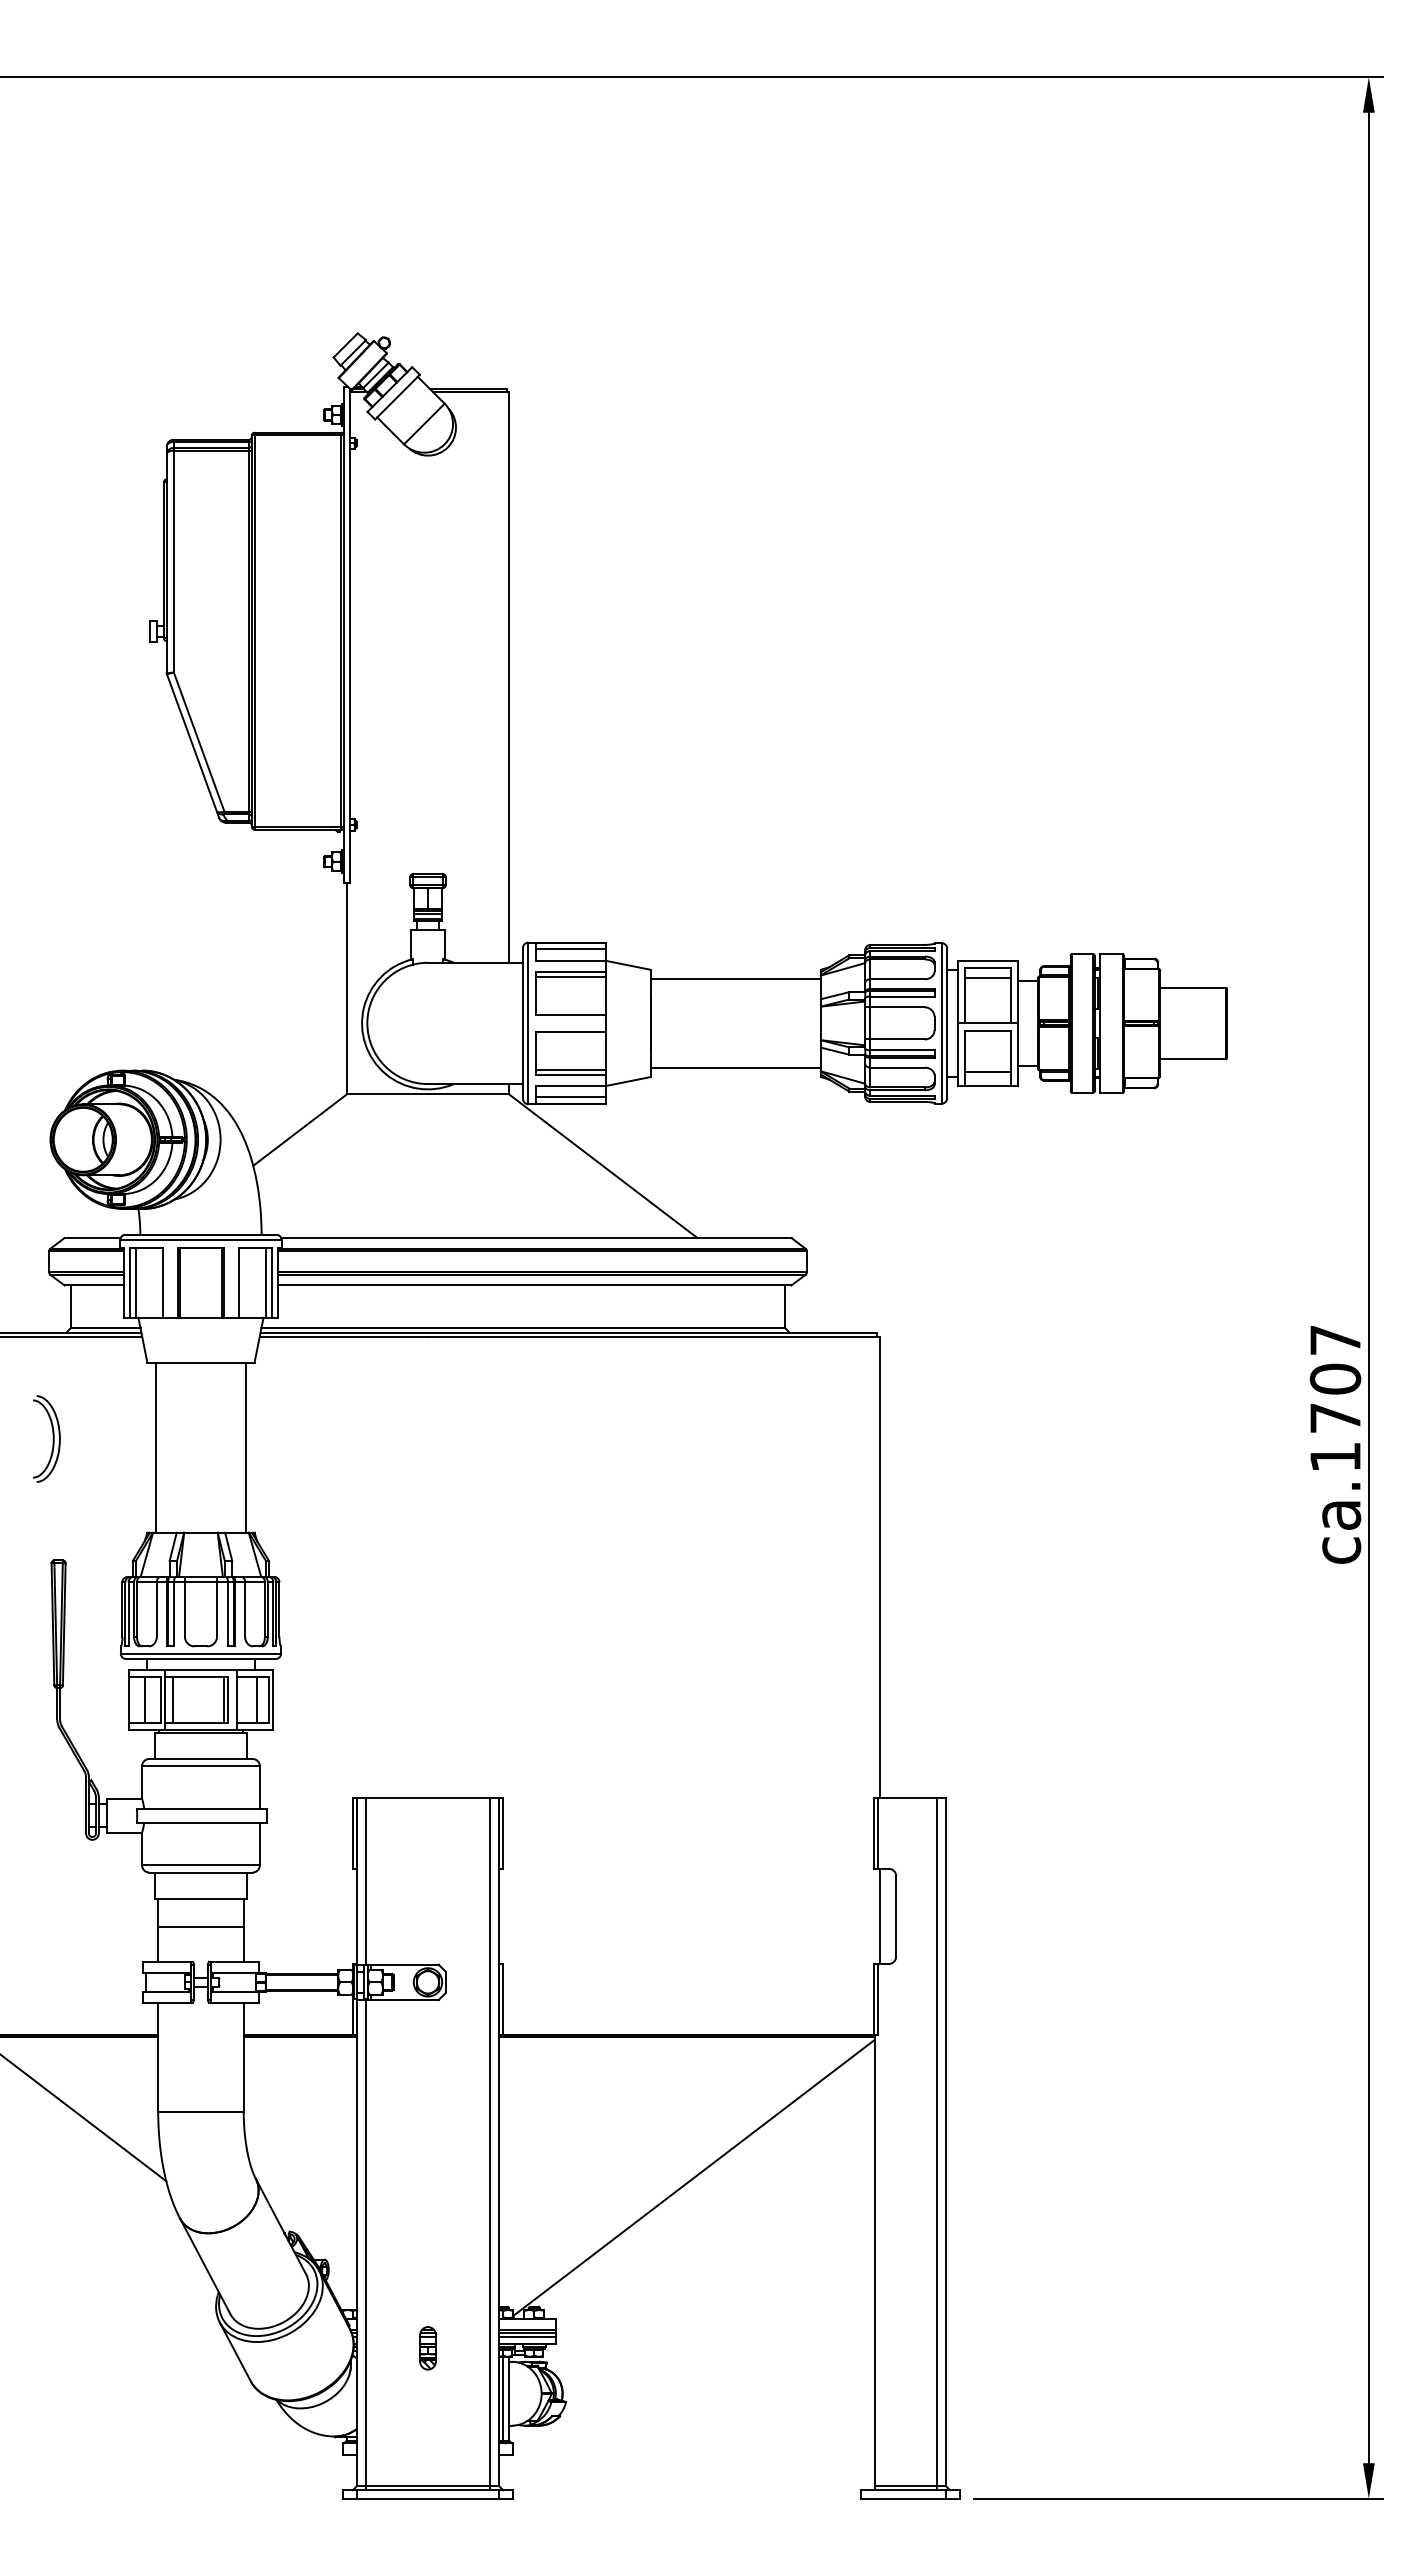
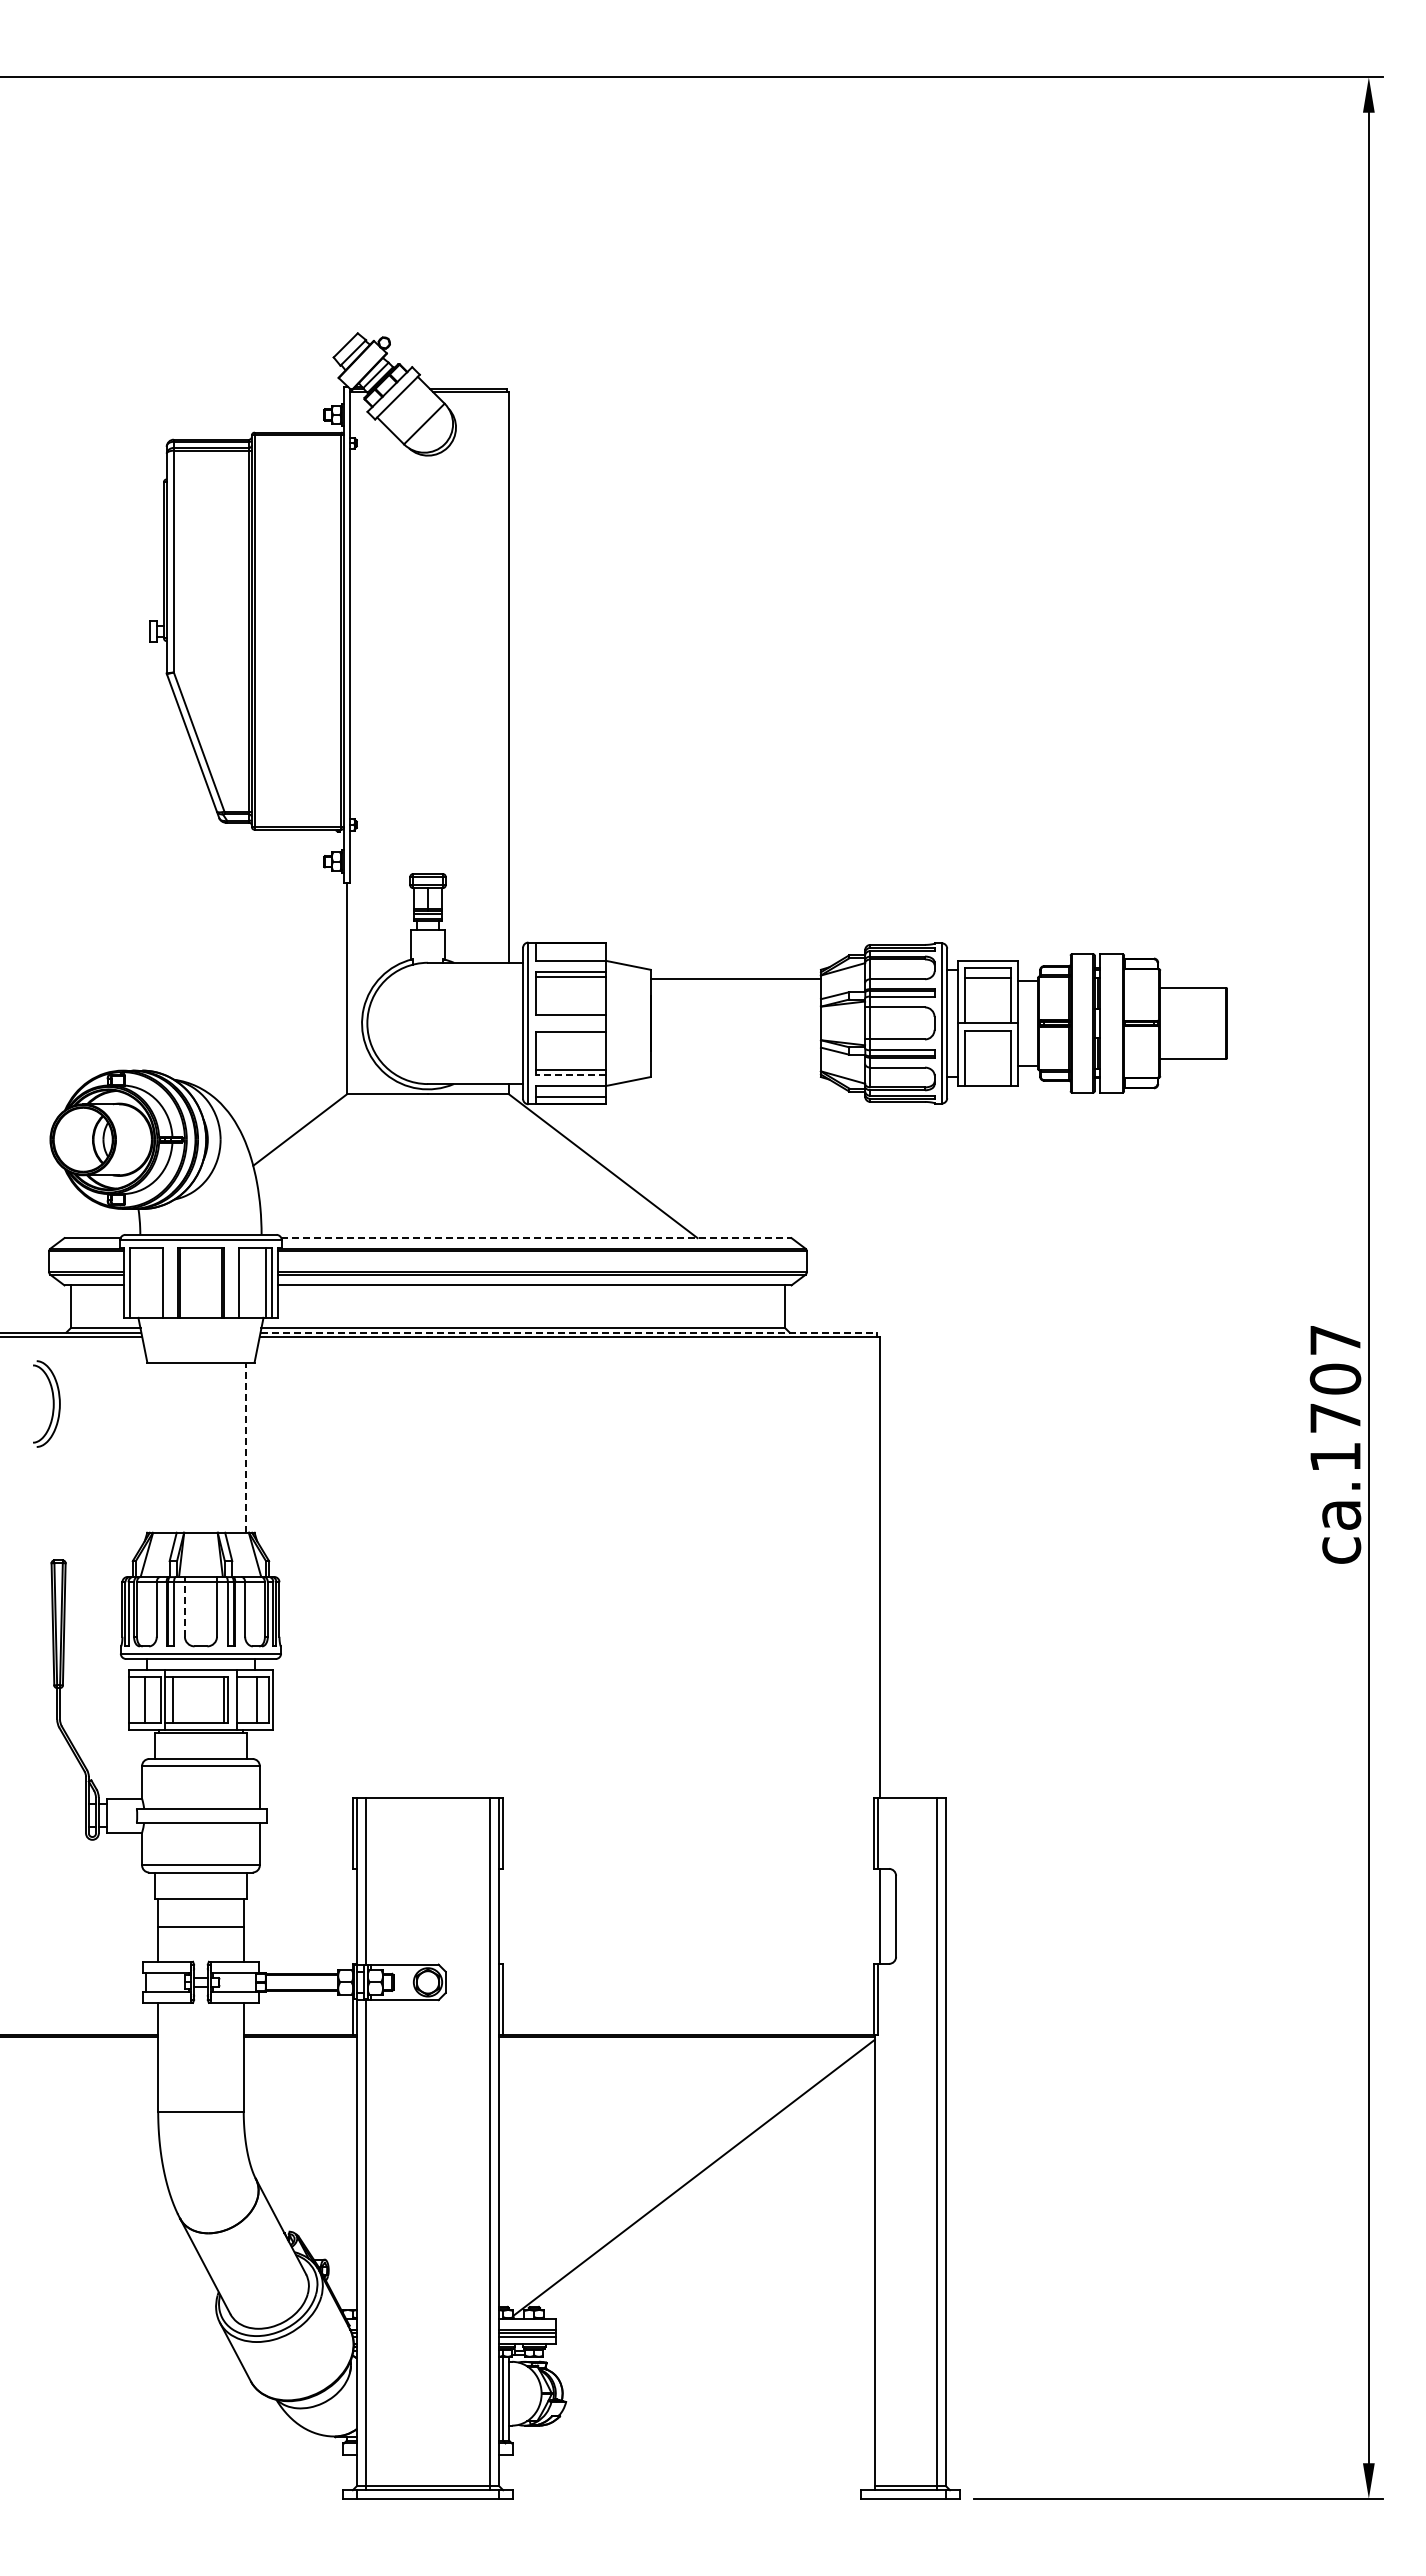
line at (570, 949): present -> none
line at (735, 1068): present -> none
line at (987, 1072): present -> none
line at (570, 1074): solid -> dashed
line at (536, 1238): solid -> dashed
line at (135, 1282): present -> none
line at (569, 1332): solid -> dashed
part at (46, 1438) position: (46, 1438) -> (46, 1403)
line at (156, 1447): present -> none
line at (245, 1447): solid -> dashed
line at (184, 1606): solid -> dashed
line at (84, 2118): present -> none
part at (427, 2348): present -> none
